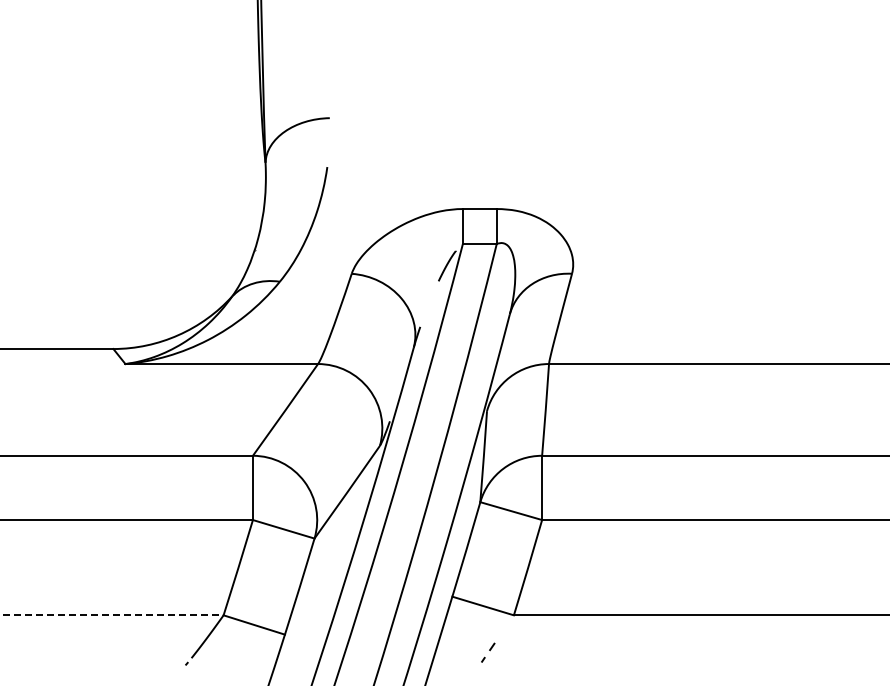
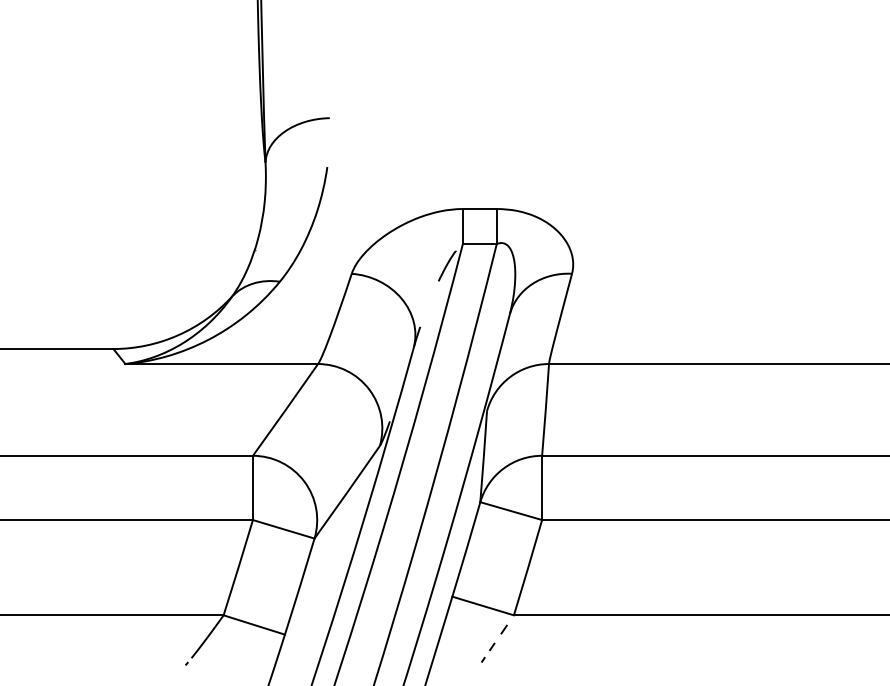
line at (112, 615): dashed -> solid
curve at (503, 629): none -> present
